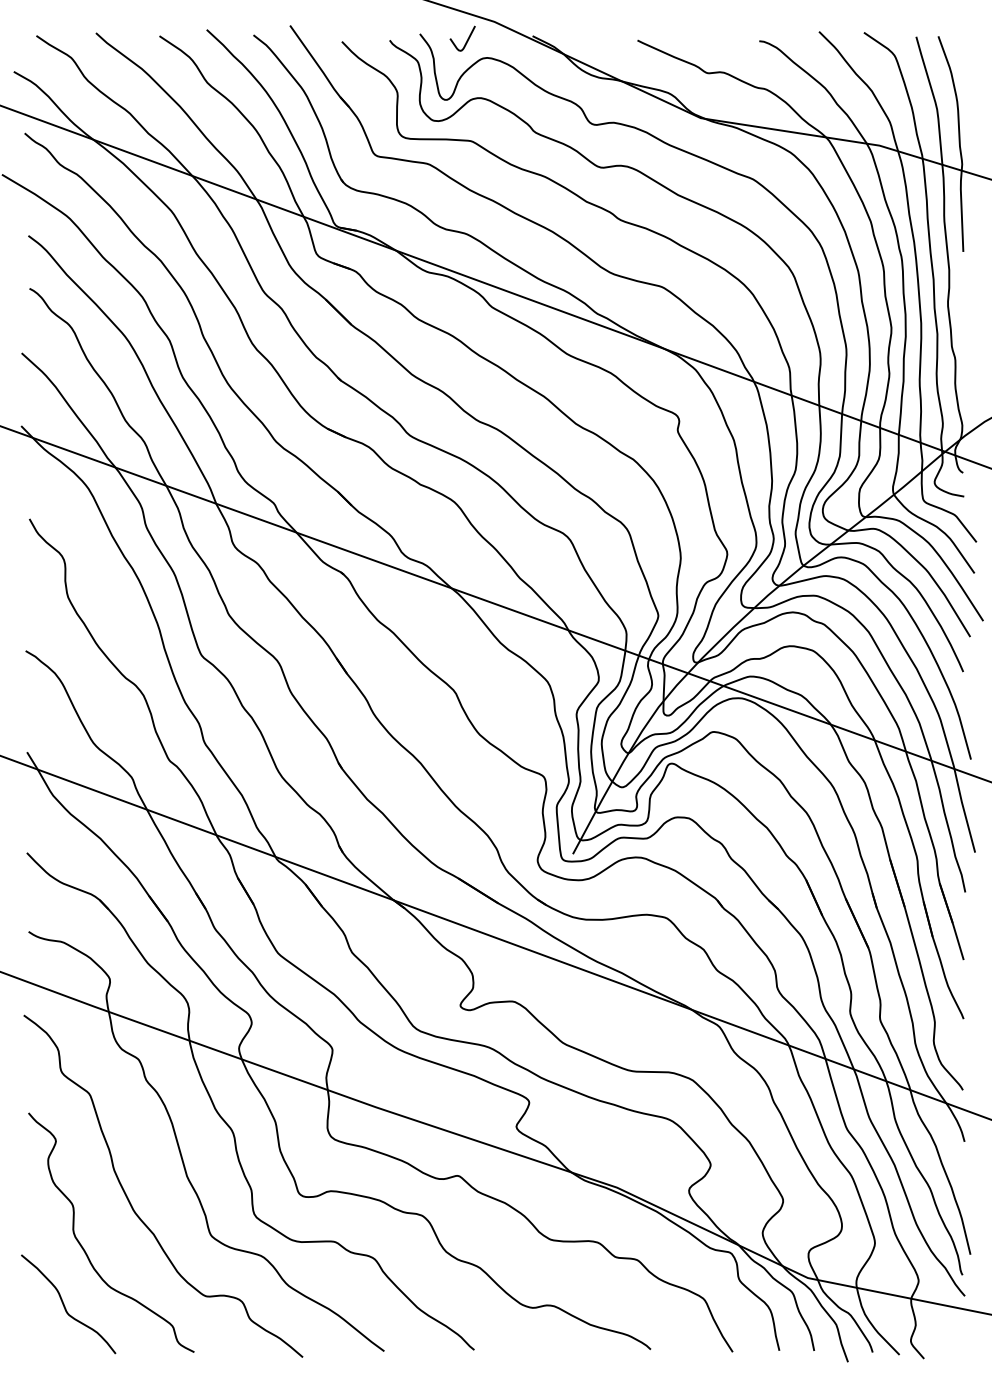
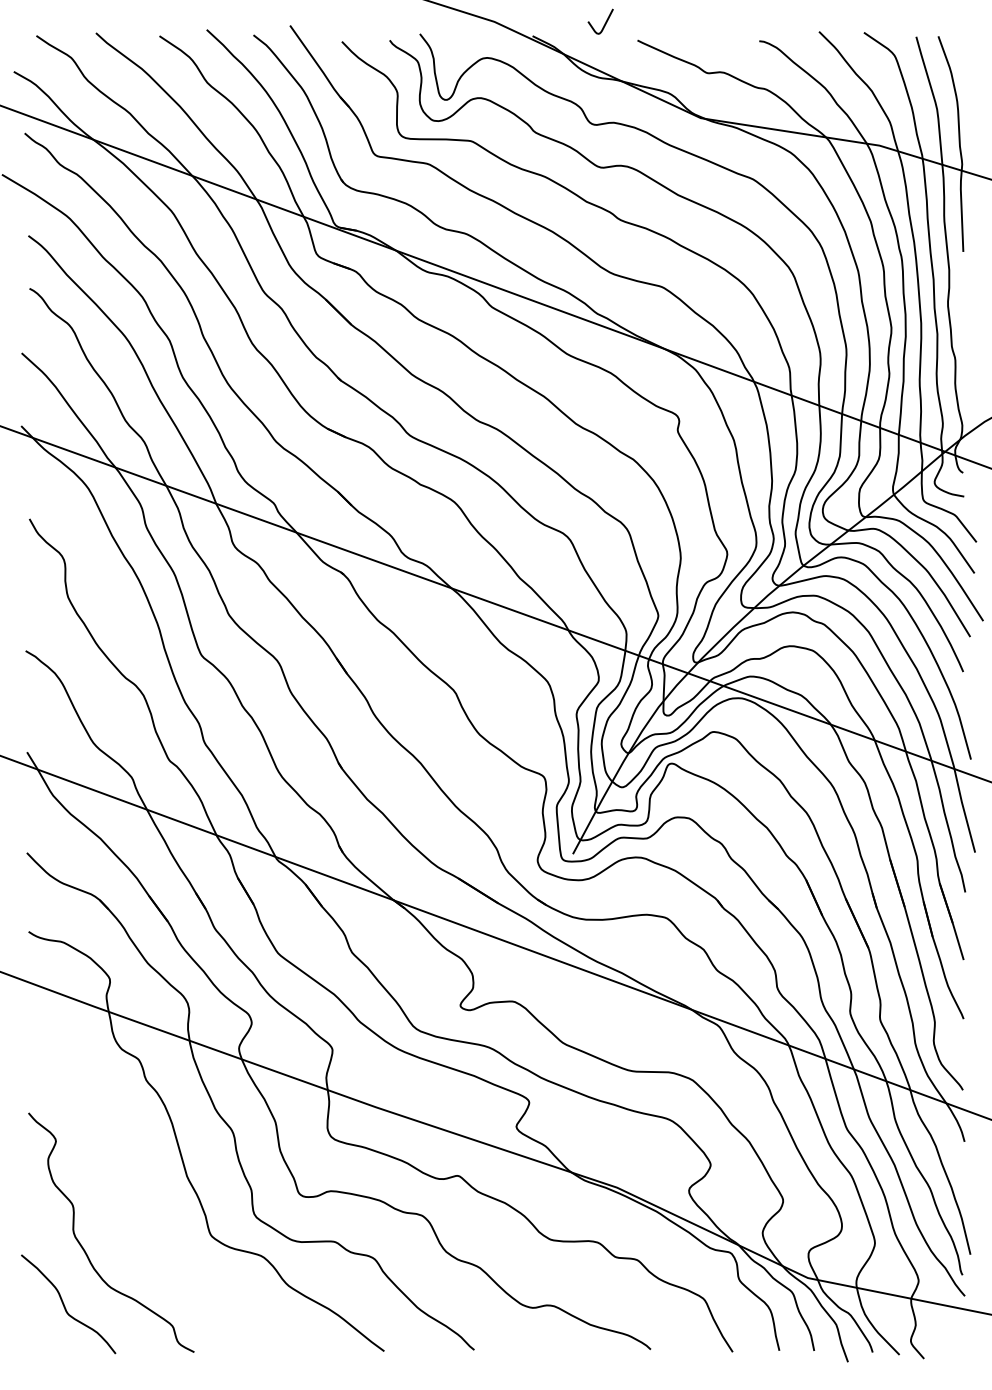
curve at (466, 40) position: (466, 40) -> (604, 23)
curve at (130, 1201): present -> none
